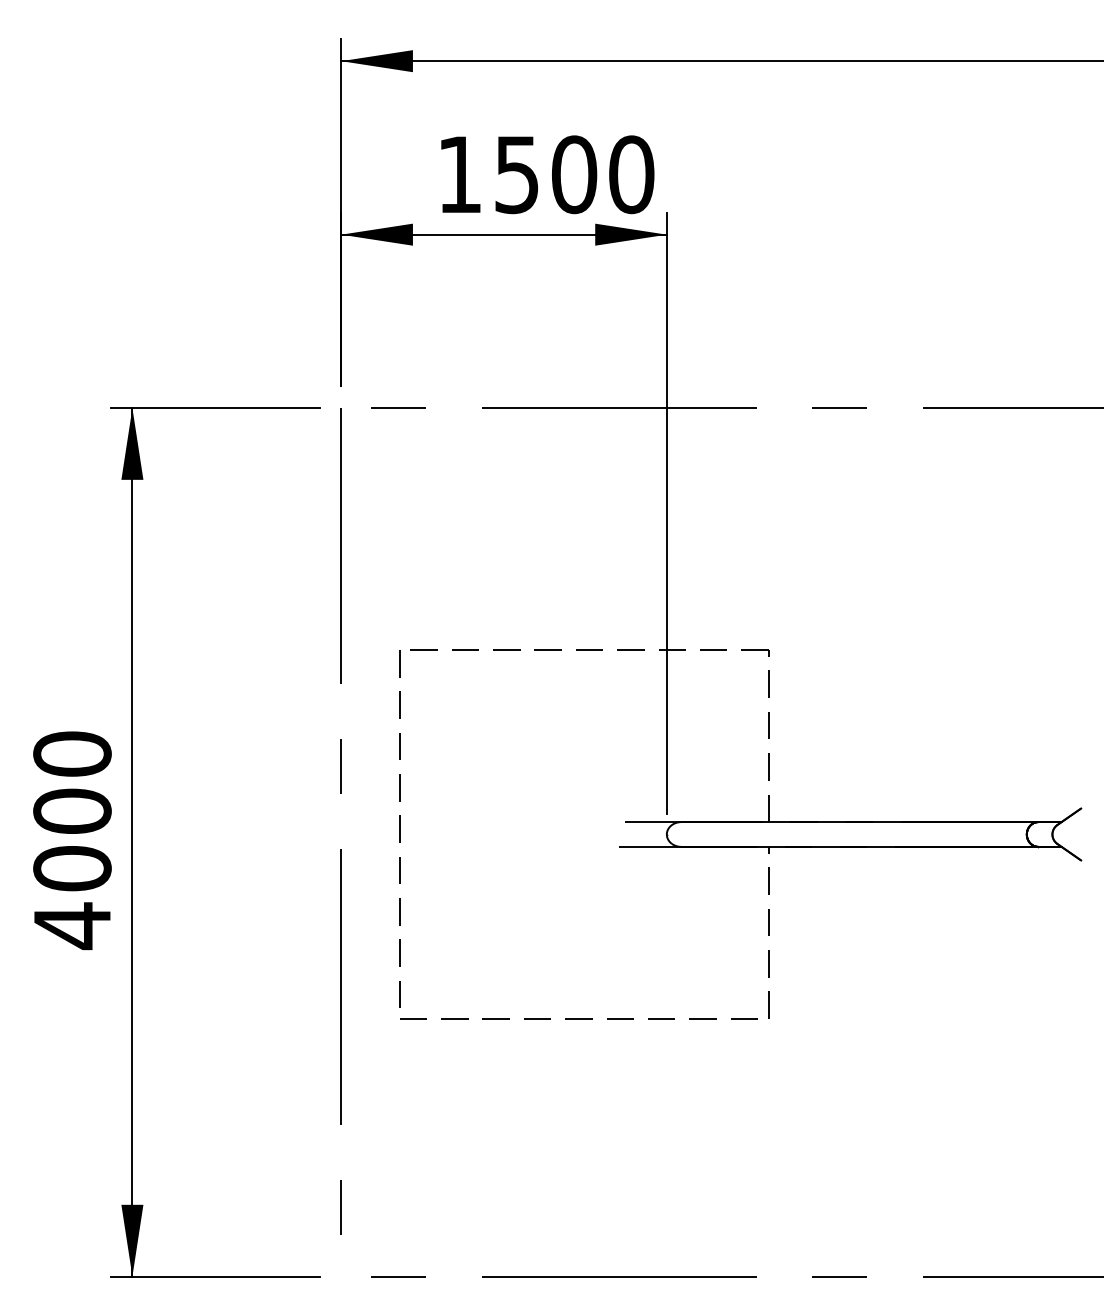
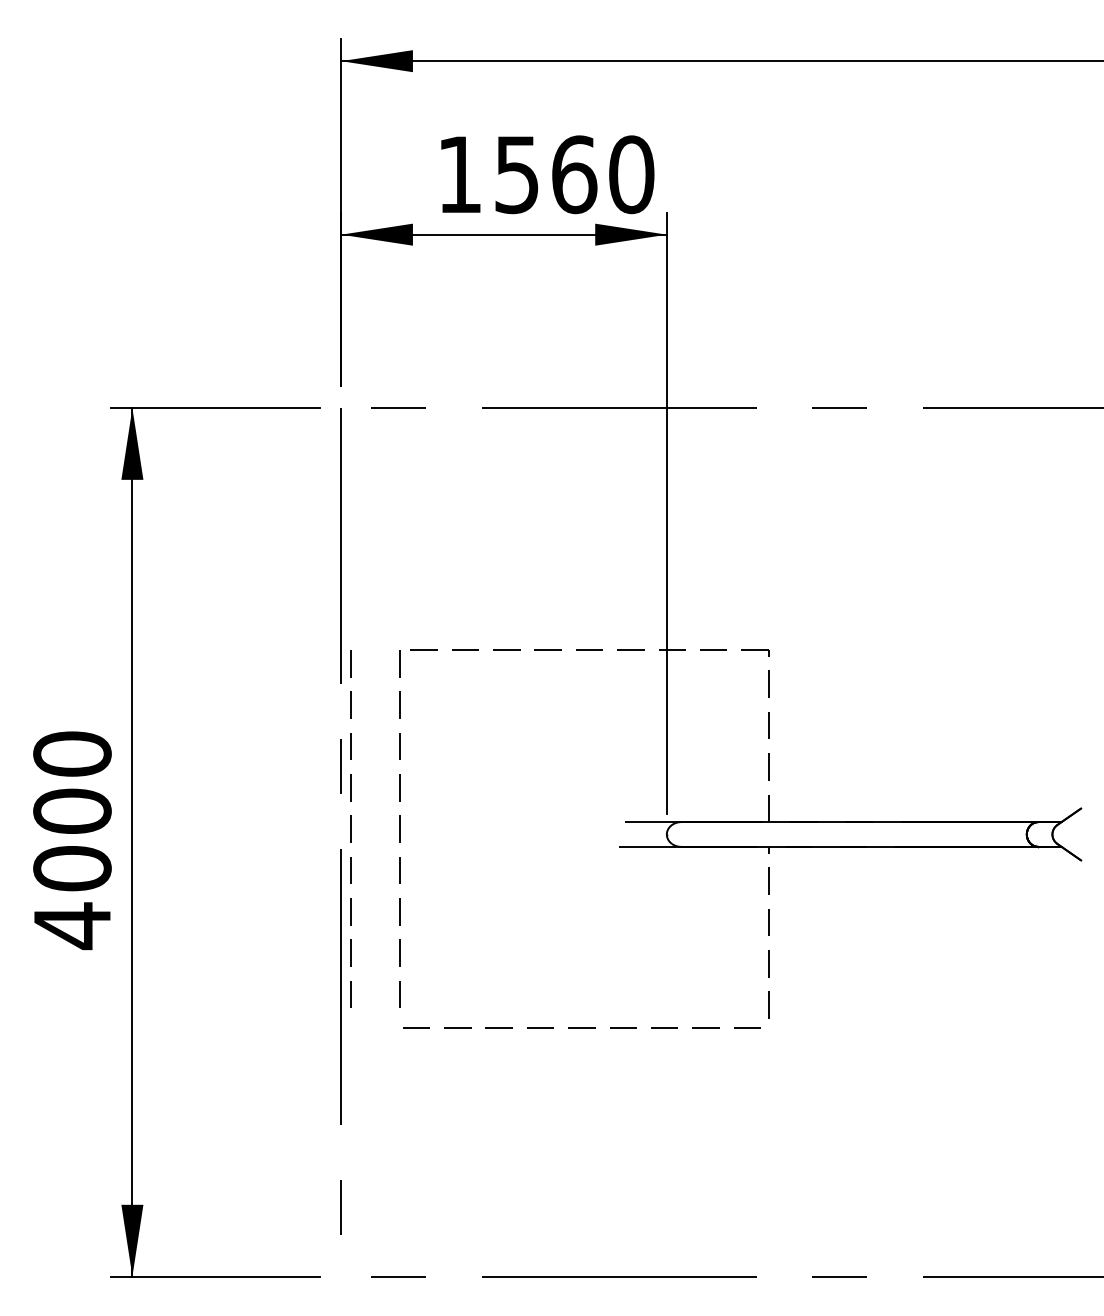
text at (574, 174): 1500 -> 1560
line at (350, 828): none -> present
line at (578, 1018) position: (578, 1018) -> (581, 1027)
